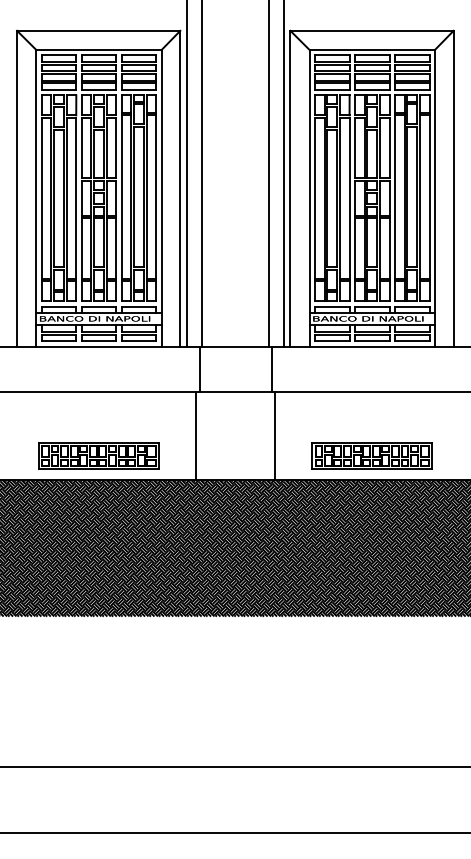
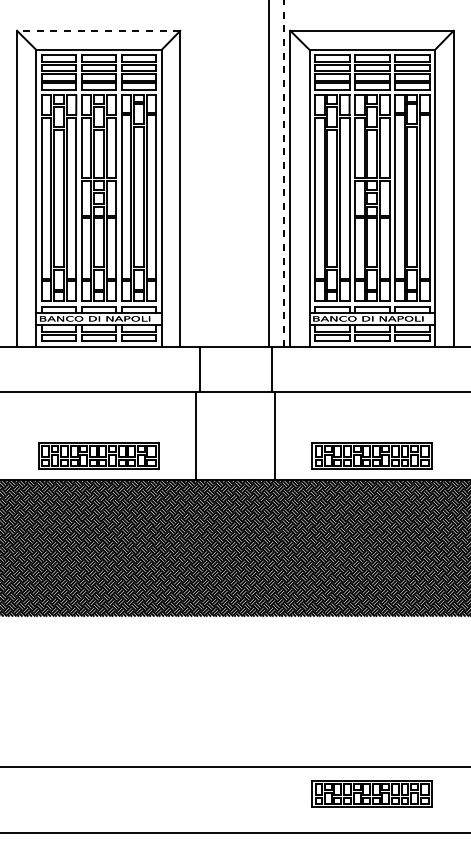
line at (98, 30): solid -> dashed
line at (284, 173): solid -> dashed
line at (186, 174): present -> none
line at (202, 174): present -> none
part at (371, 793): none -> present
